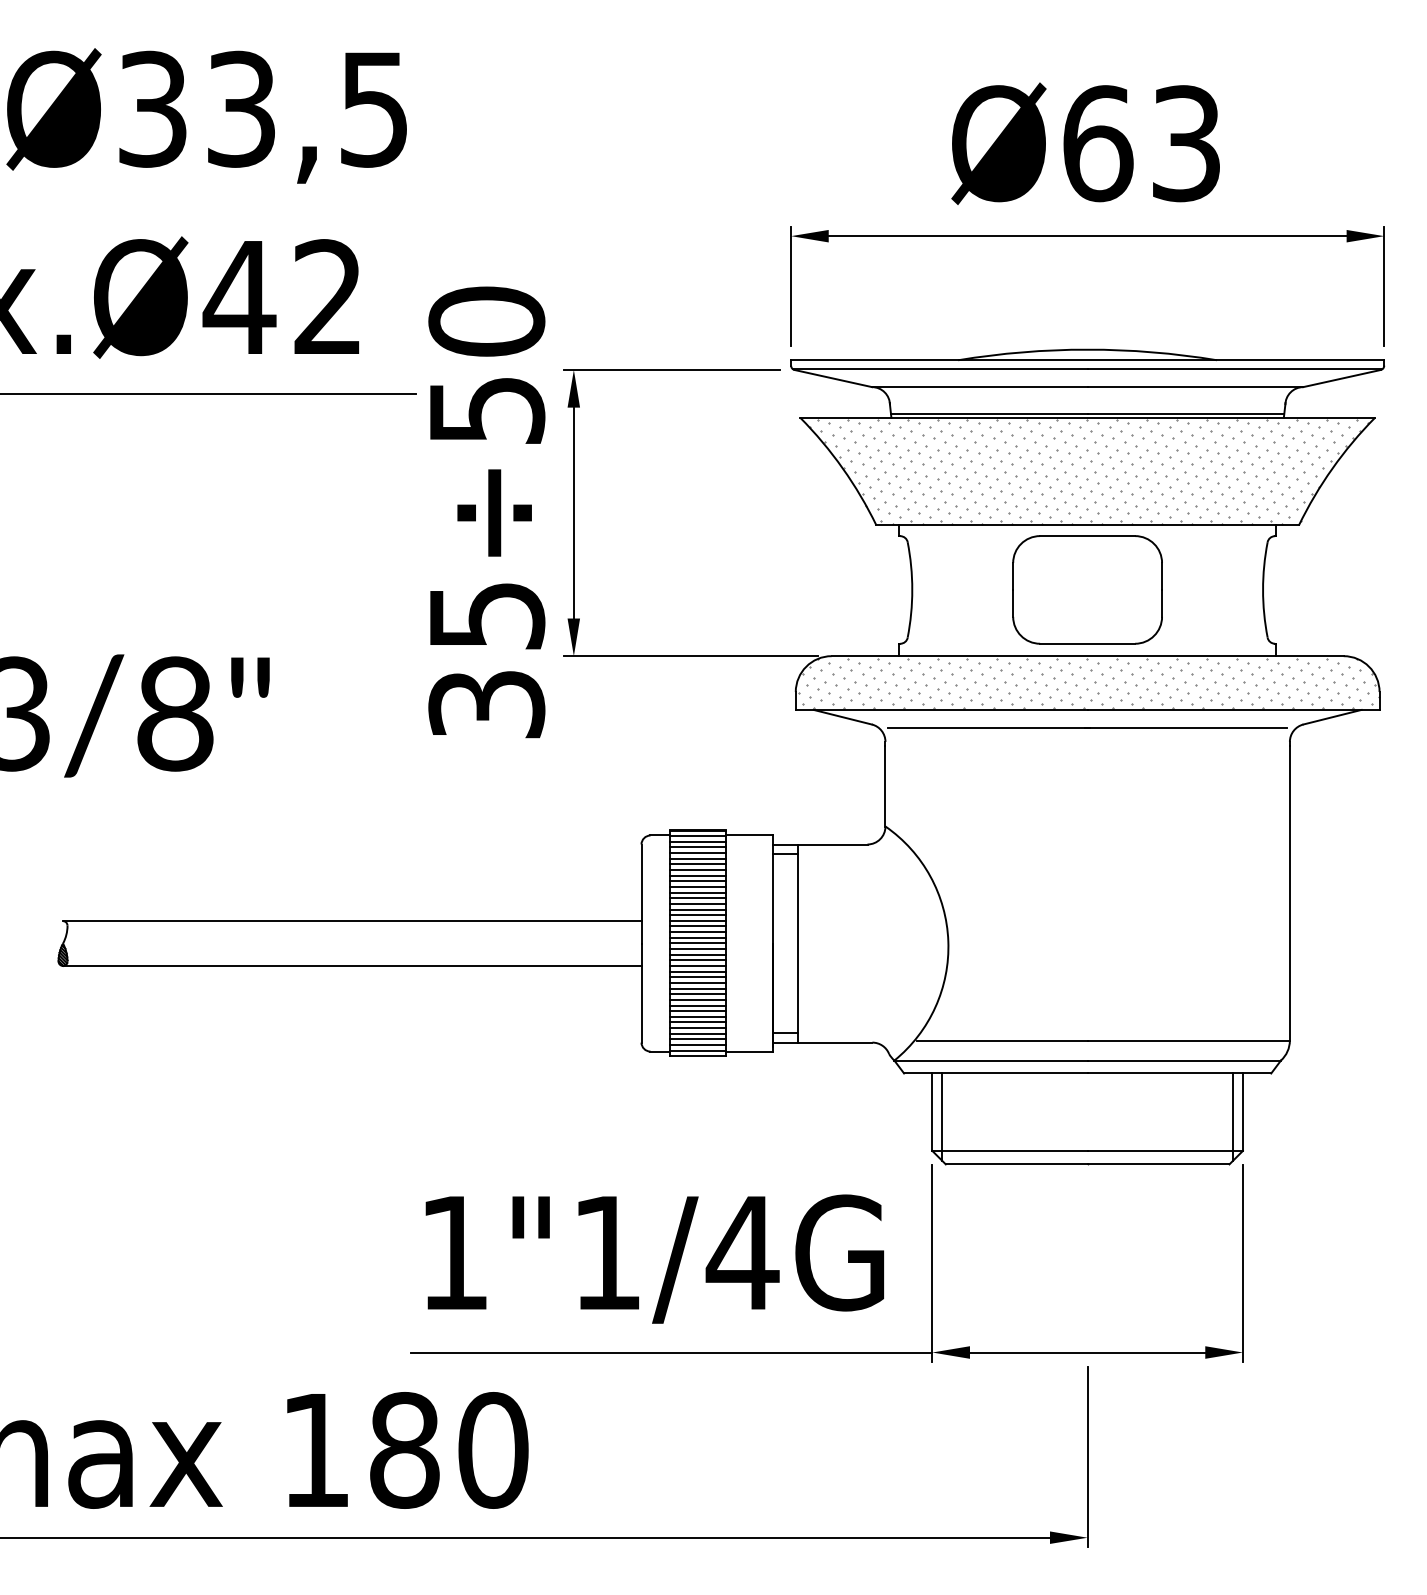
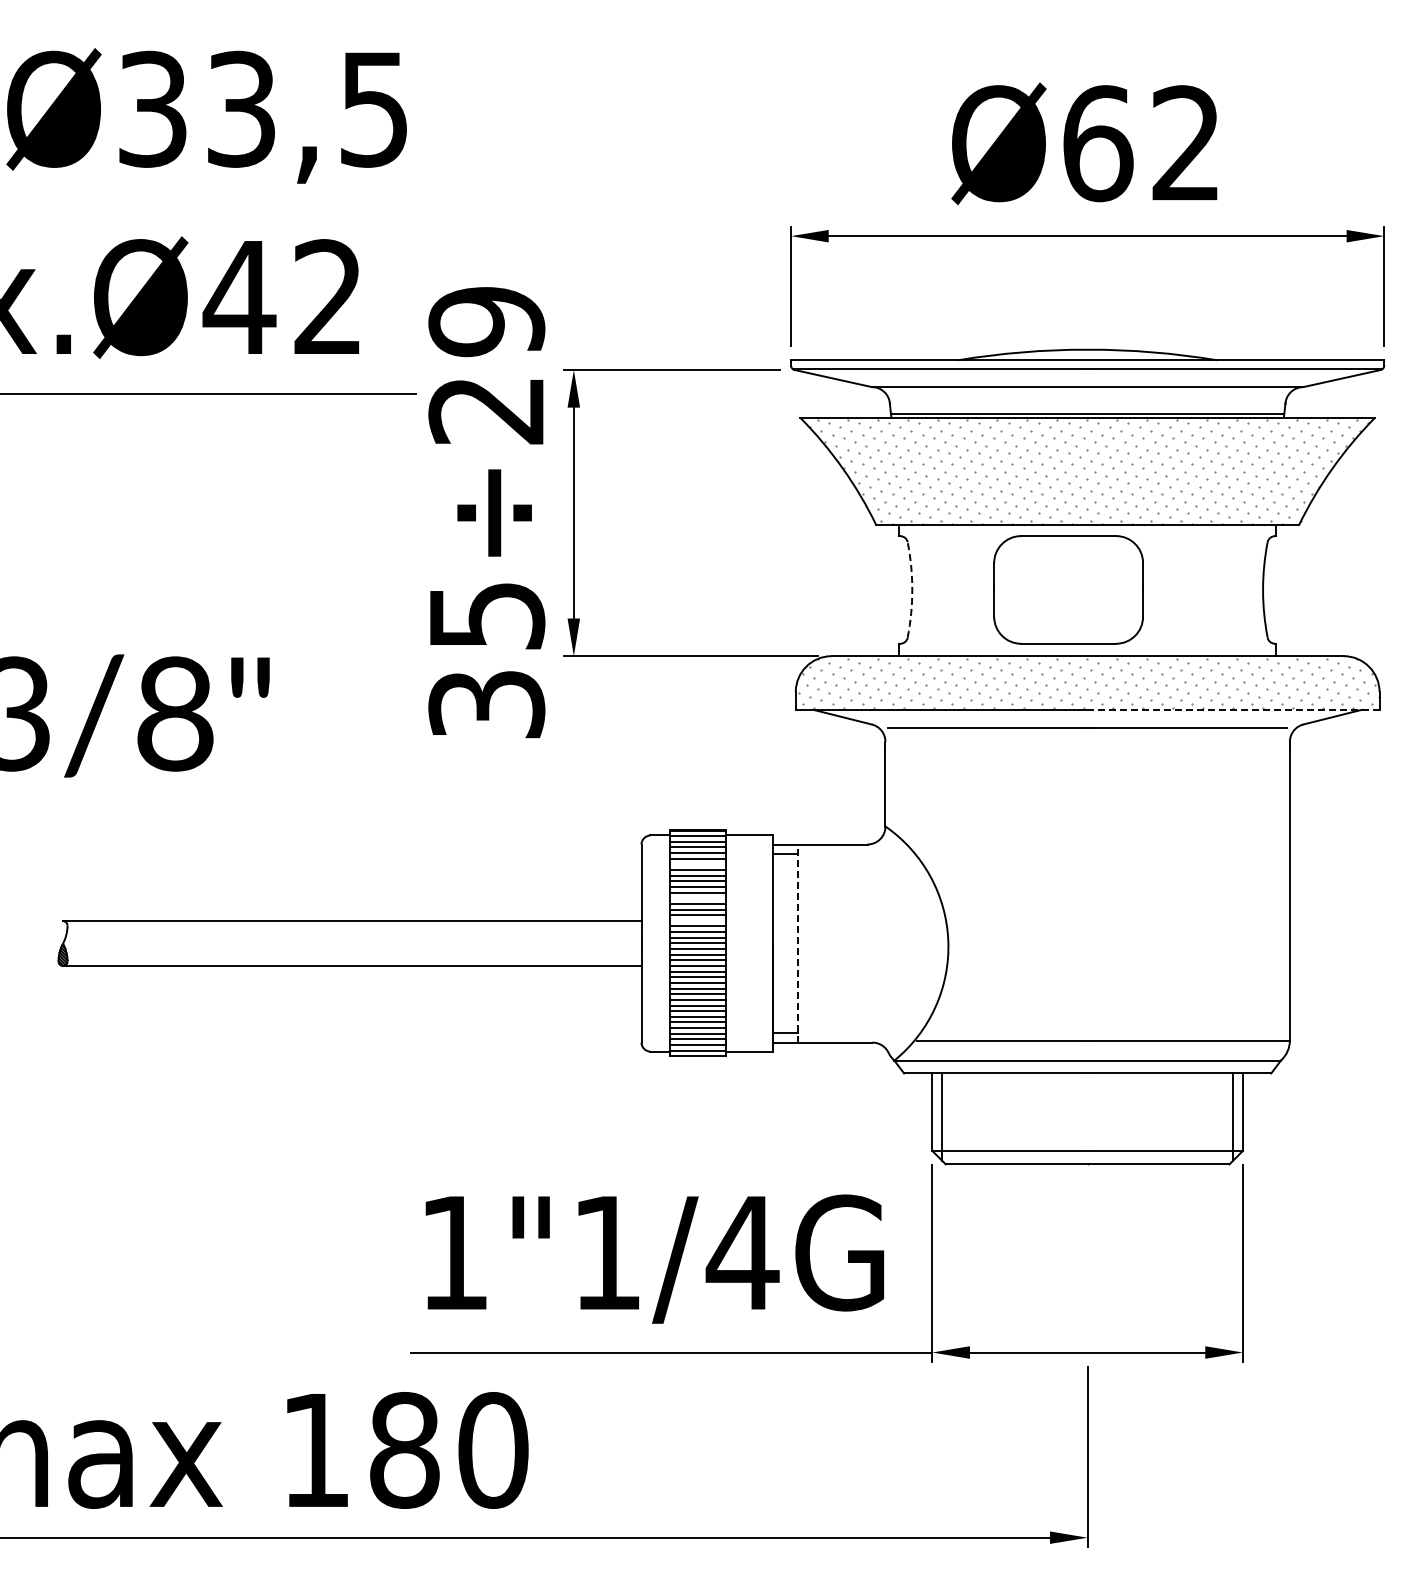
text at (1185, 143): Ø63 -> Ø62
text at (486, 365): 35÷50 -> 35÷29
arc at (912, 589): solid -> dashed
part at (1087, 589) position: (1087, 589) -> (1068, 589)
line at (1233, 709): solid -> dashed
line at (697, 864): present -> none
line at (697, 898): present -> none
line at (697, 920): present -> none
line at (798, 943): solid -> dashed
